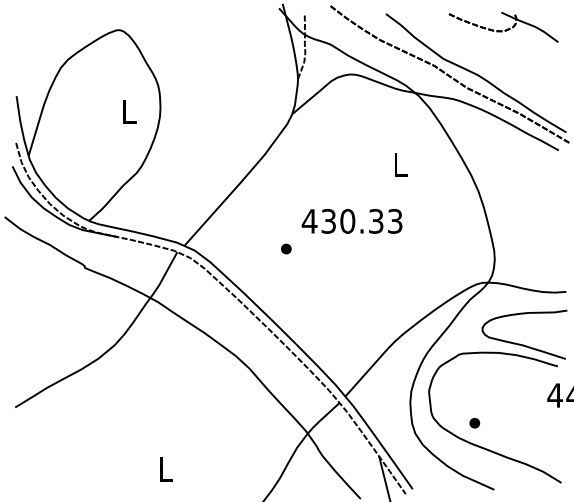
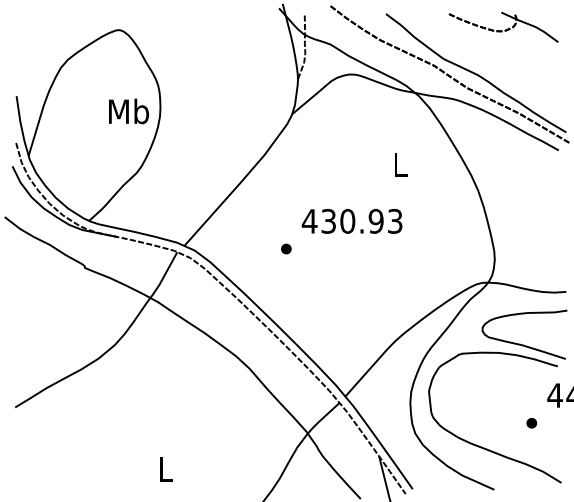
text at (129, 111): L -> Mb
text at (375, 221): 430.33 -> 430.93
part at (474, 423) position: (474, 423) -> (531, 423)
